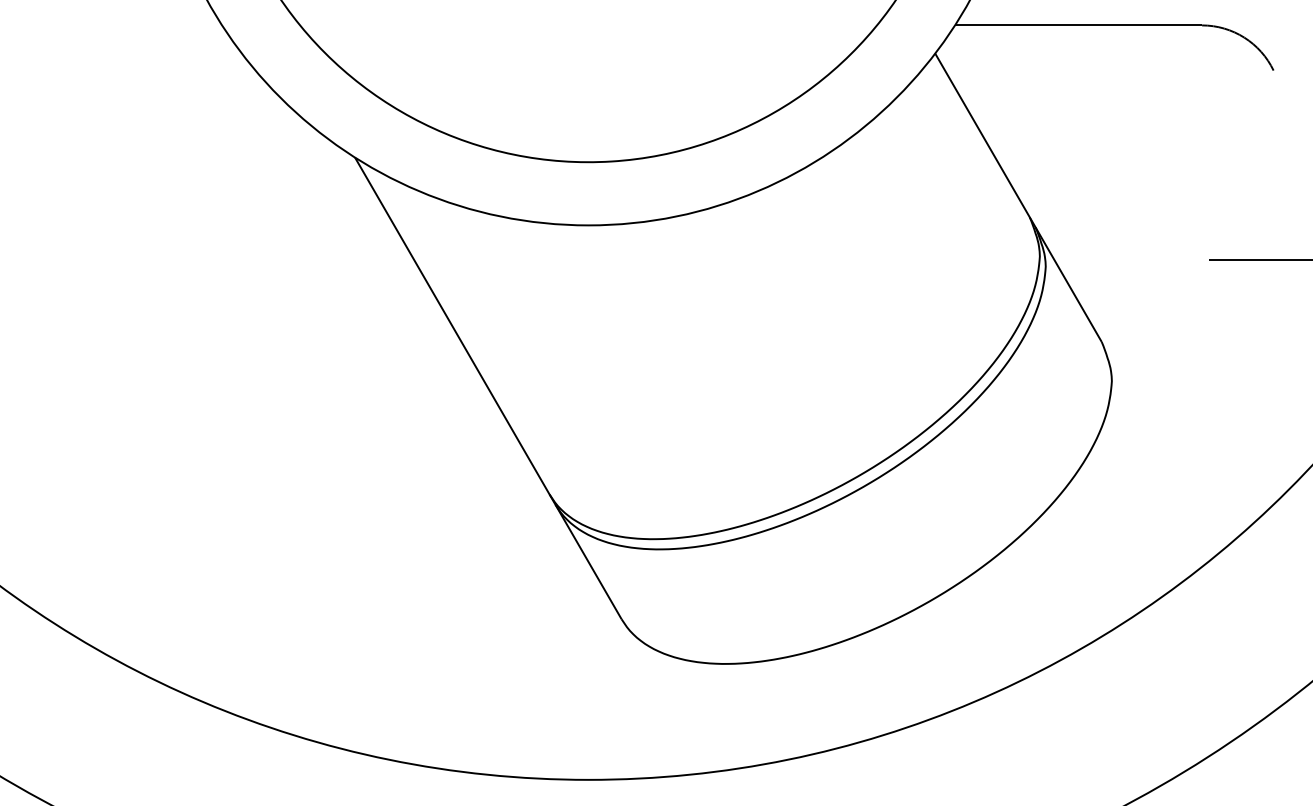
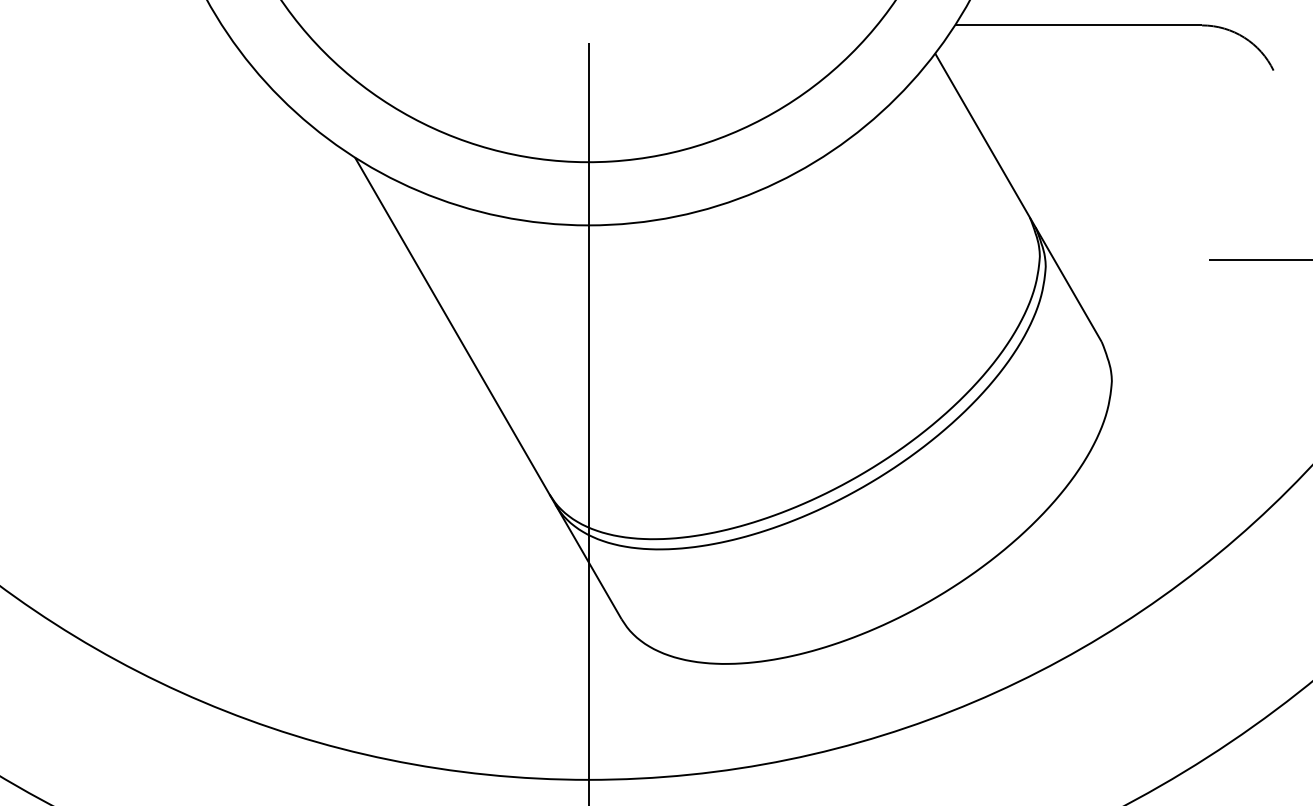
line at (588, 402): none -> present
